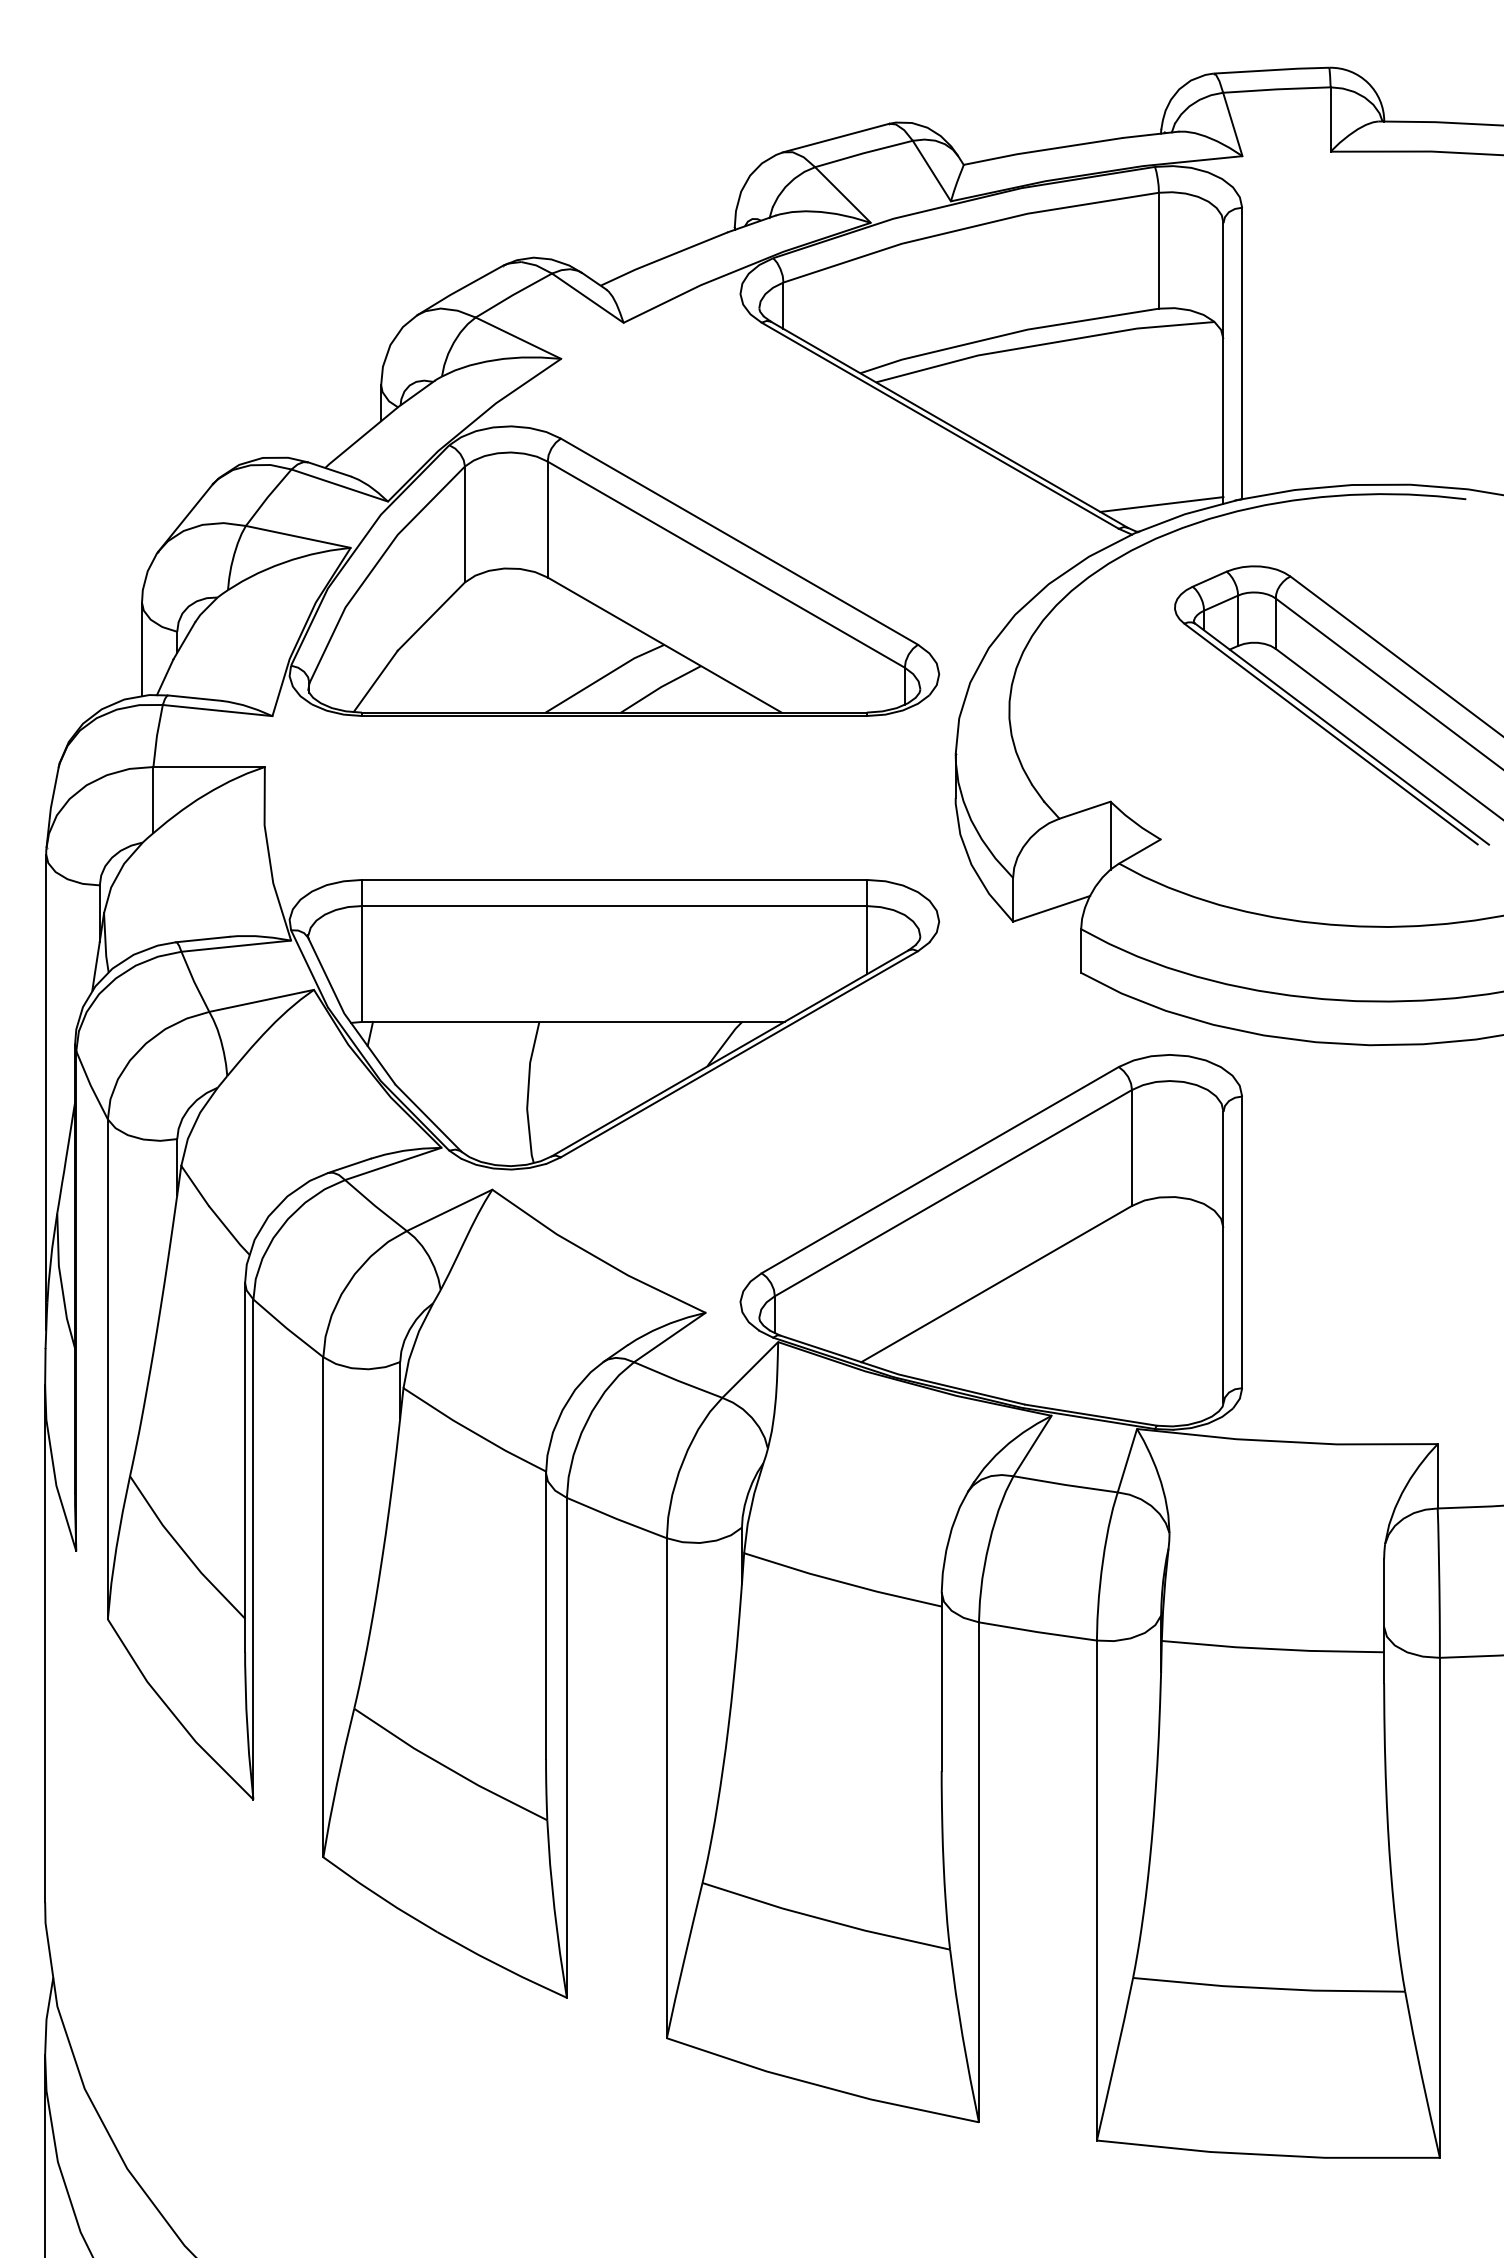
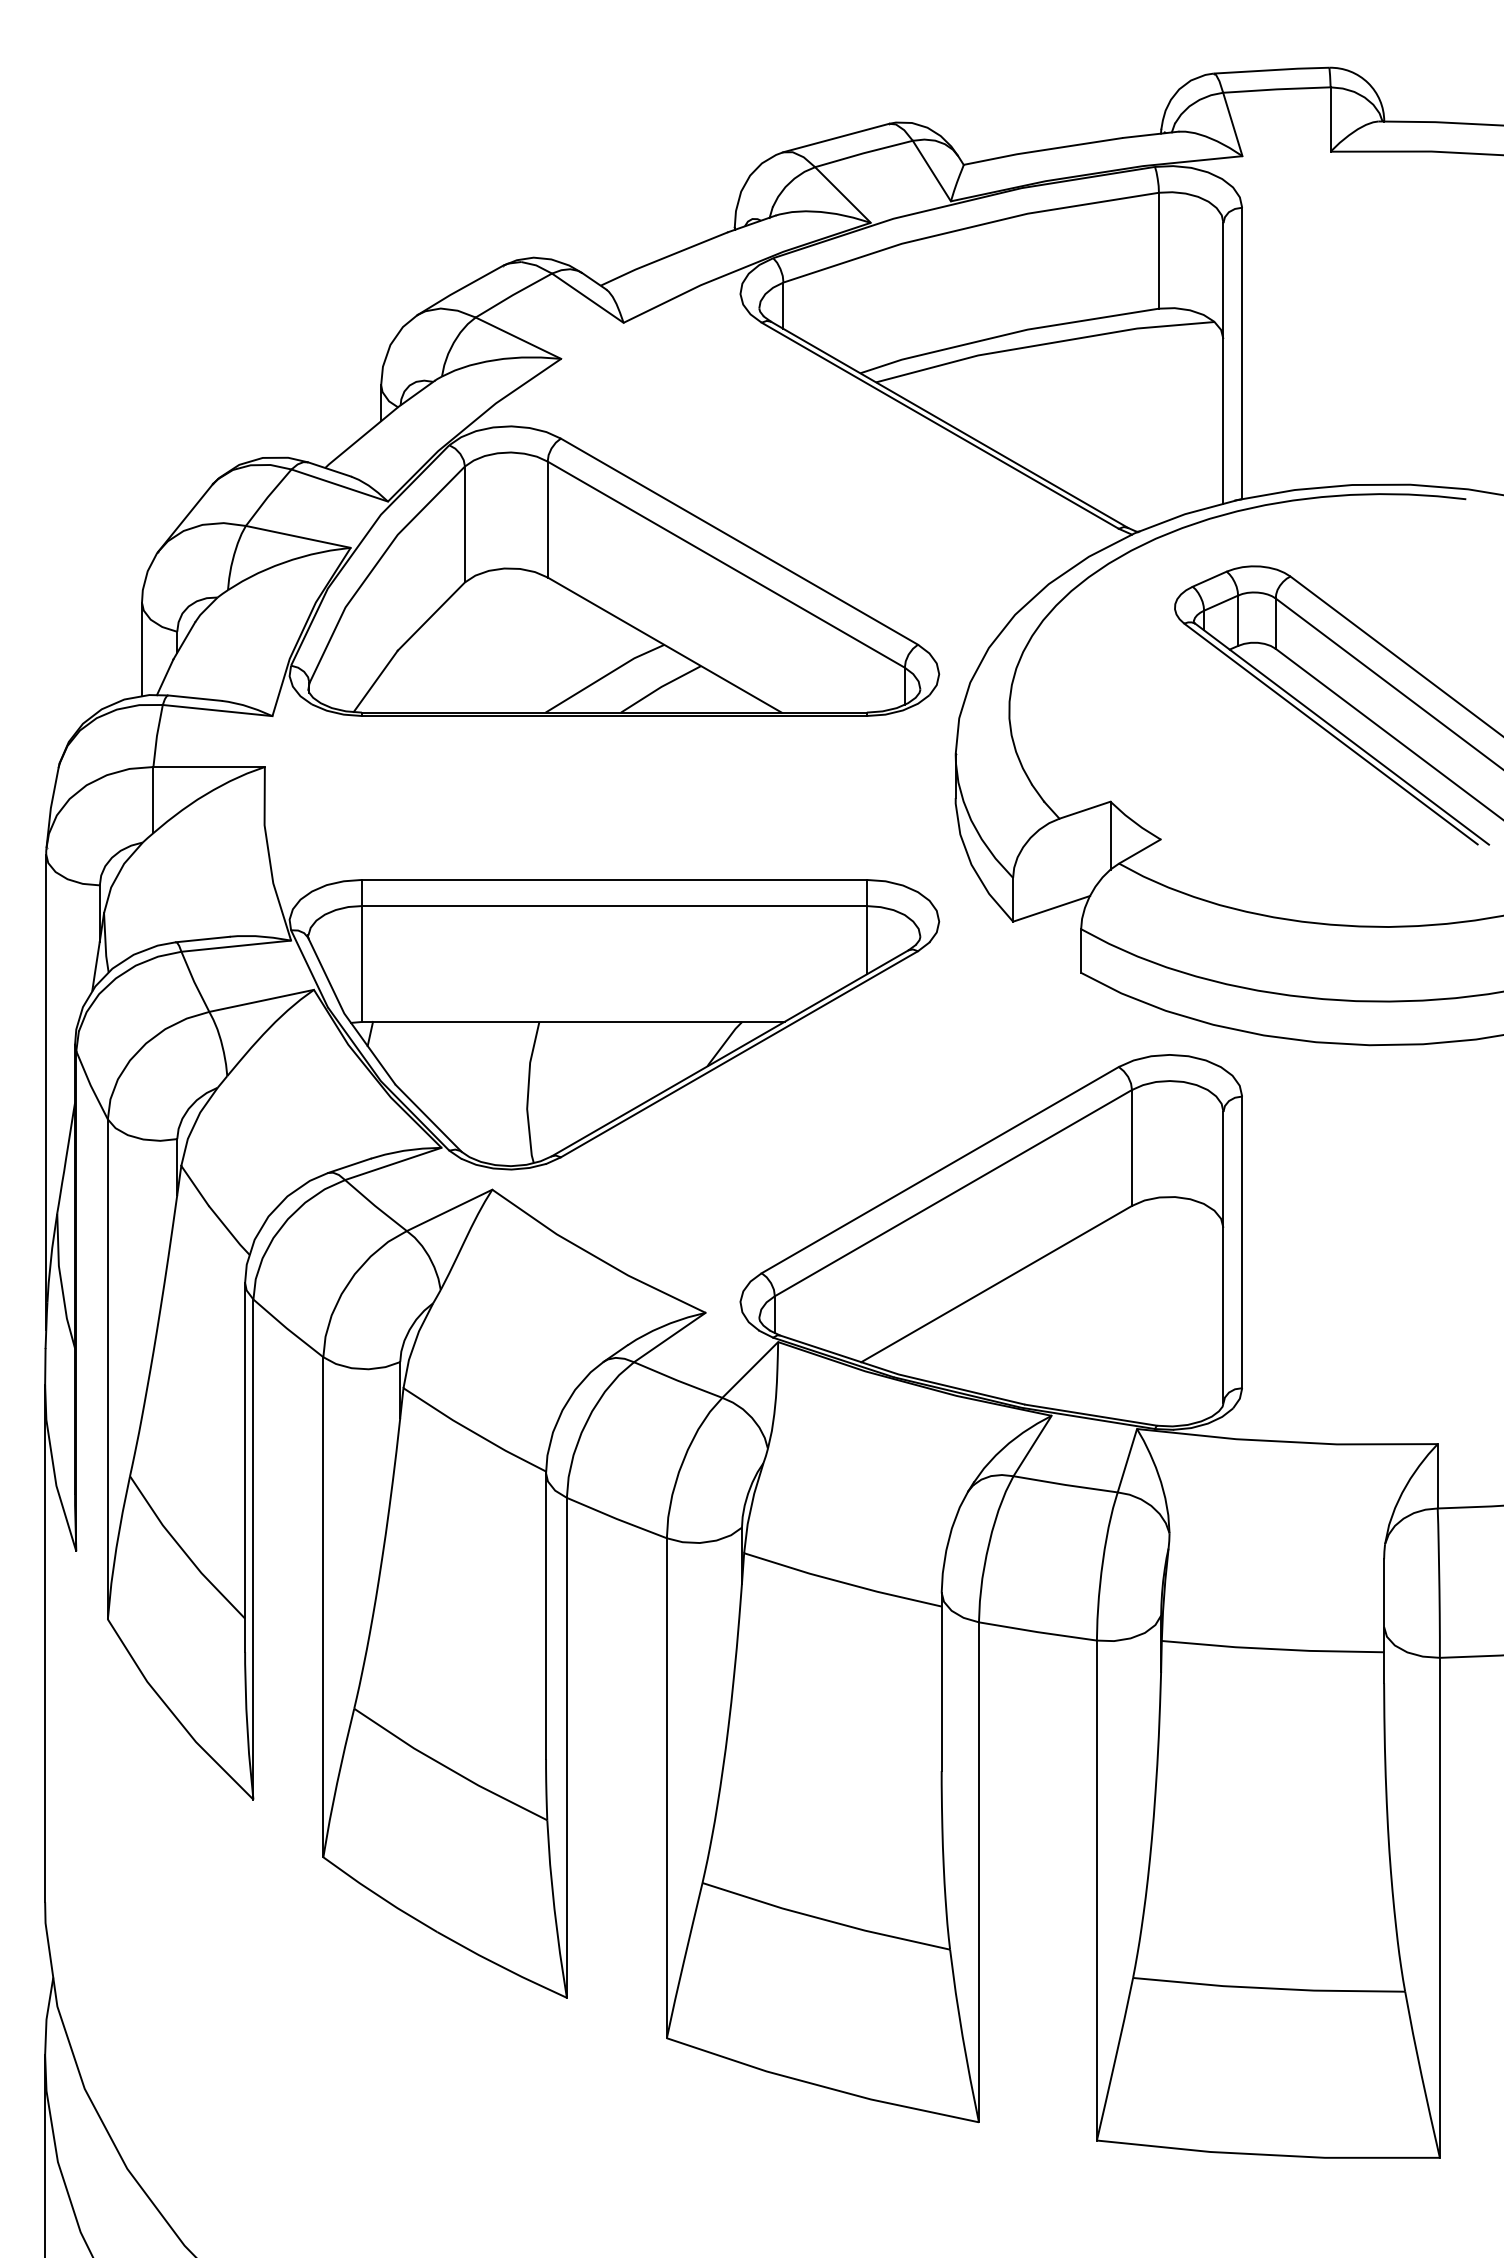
line at (1161, 504): present -> none
